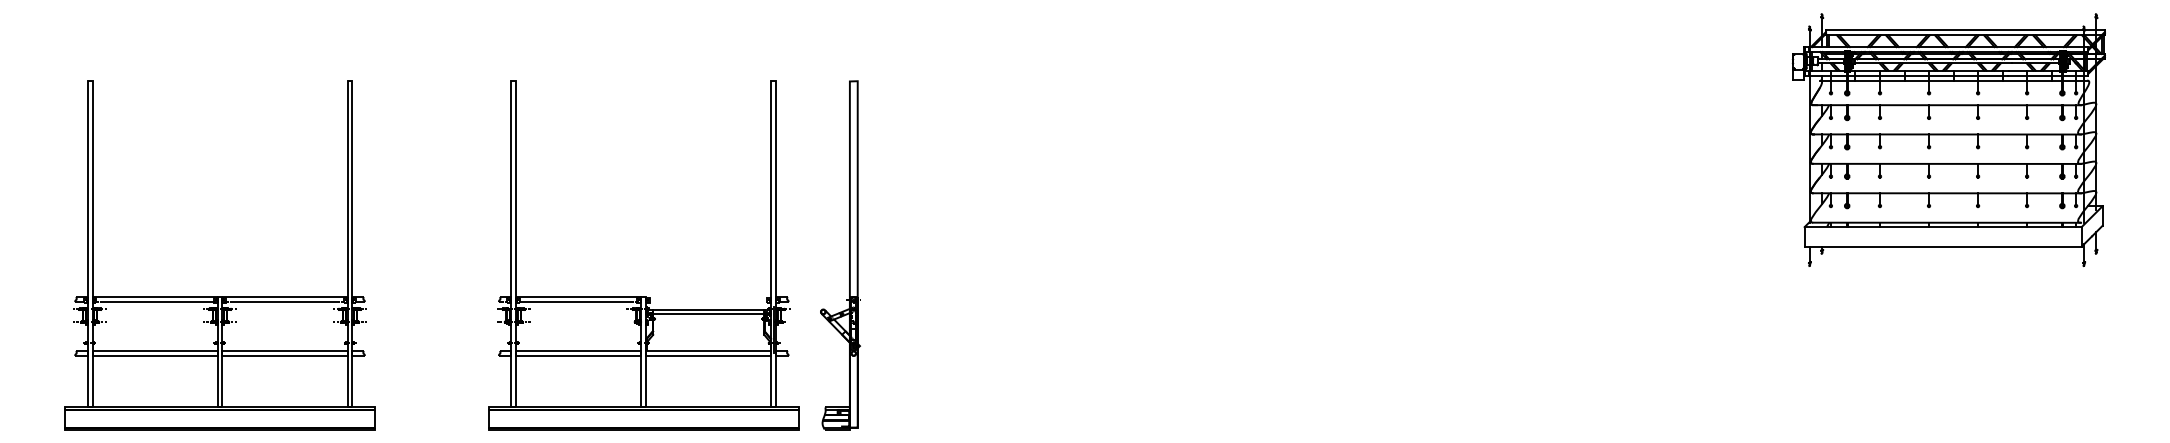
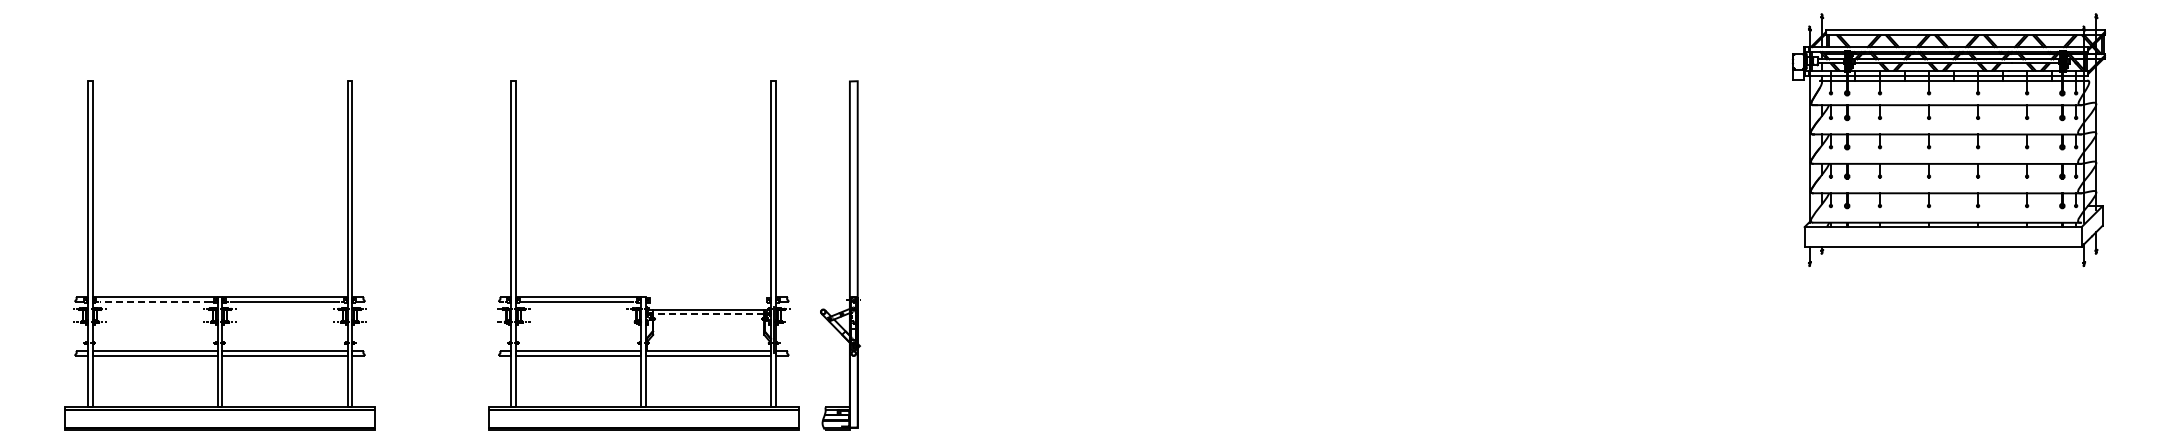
line at (154, 302): solid -> dashed
line at (708, 314): solid -> dashed
